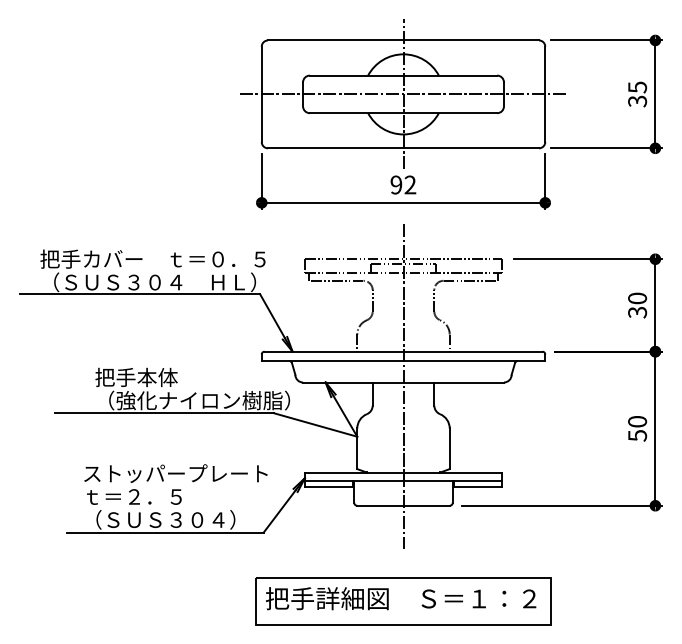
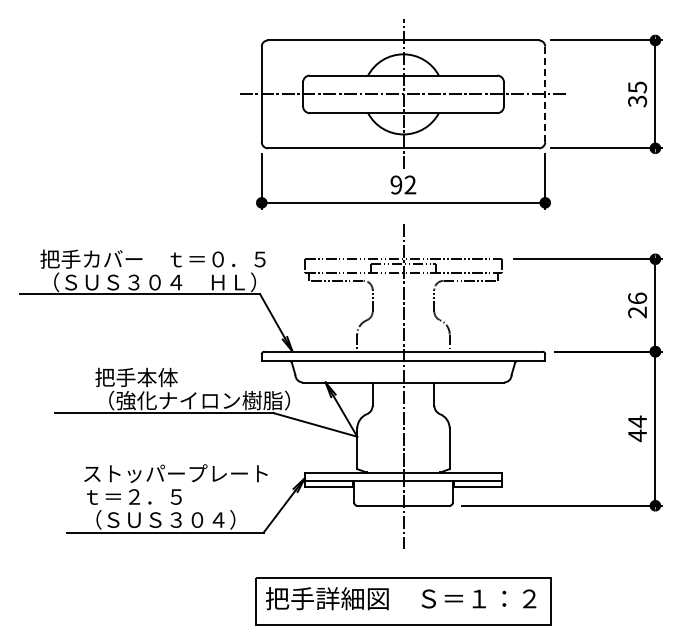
line at (545, 94): solid -> dashed
text at (637, 305): 30 -> 26
text at (637, 428): 50 -> 44
